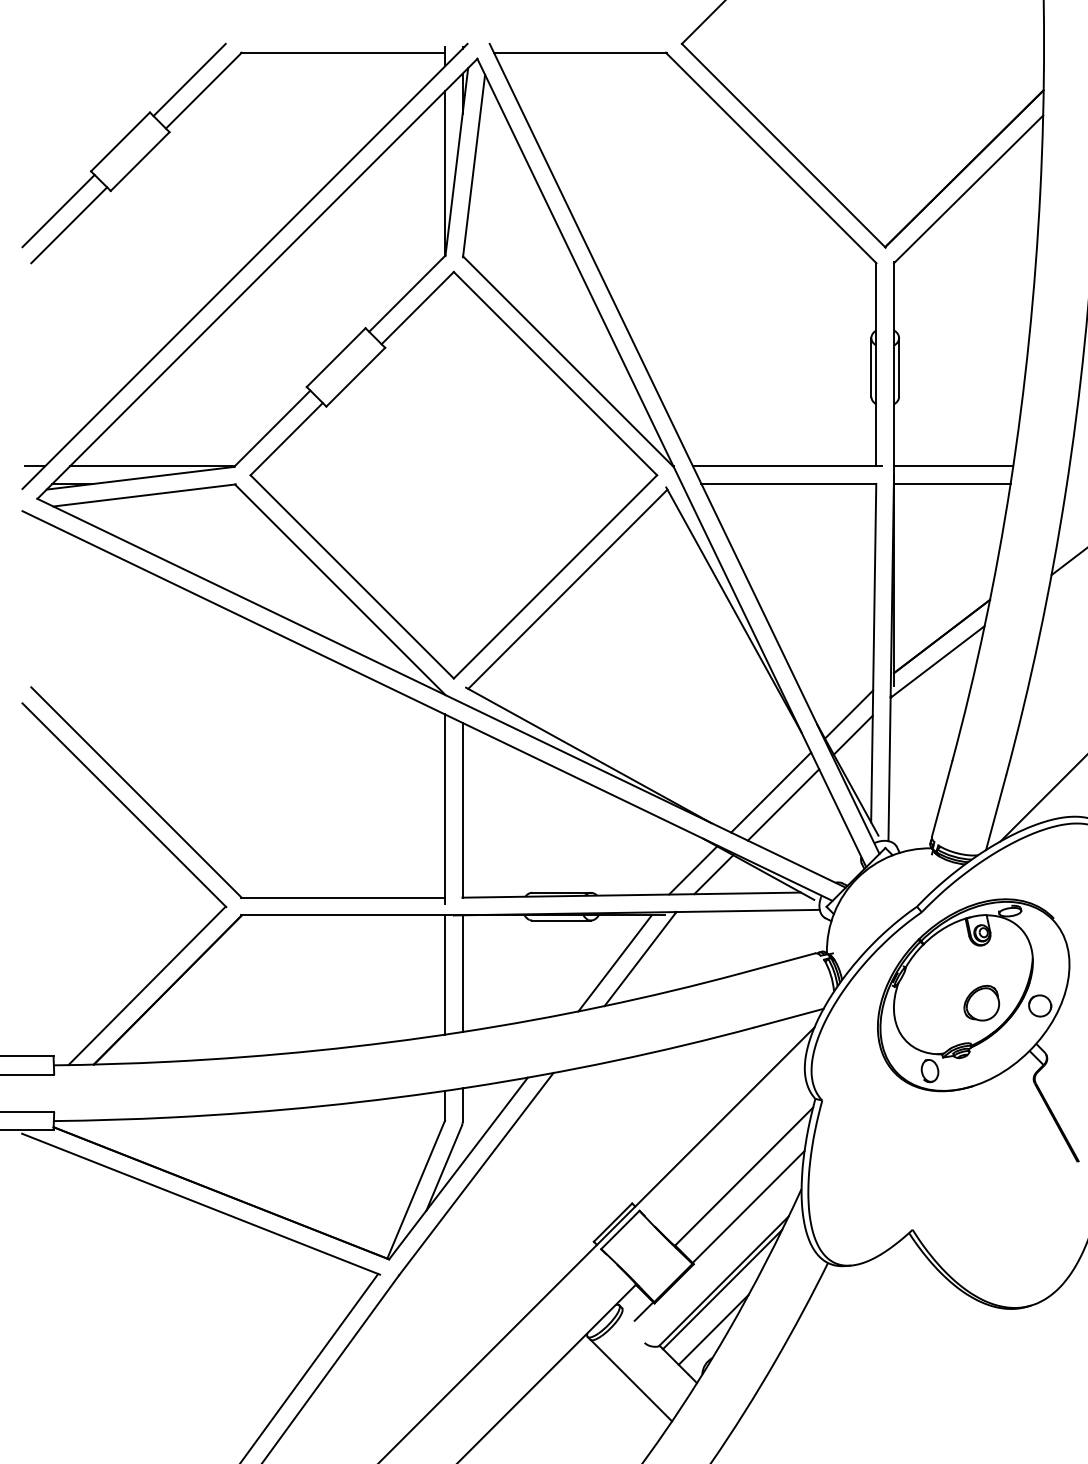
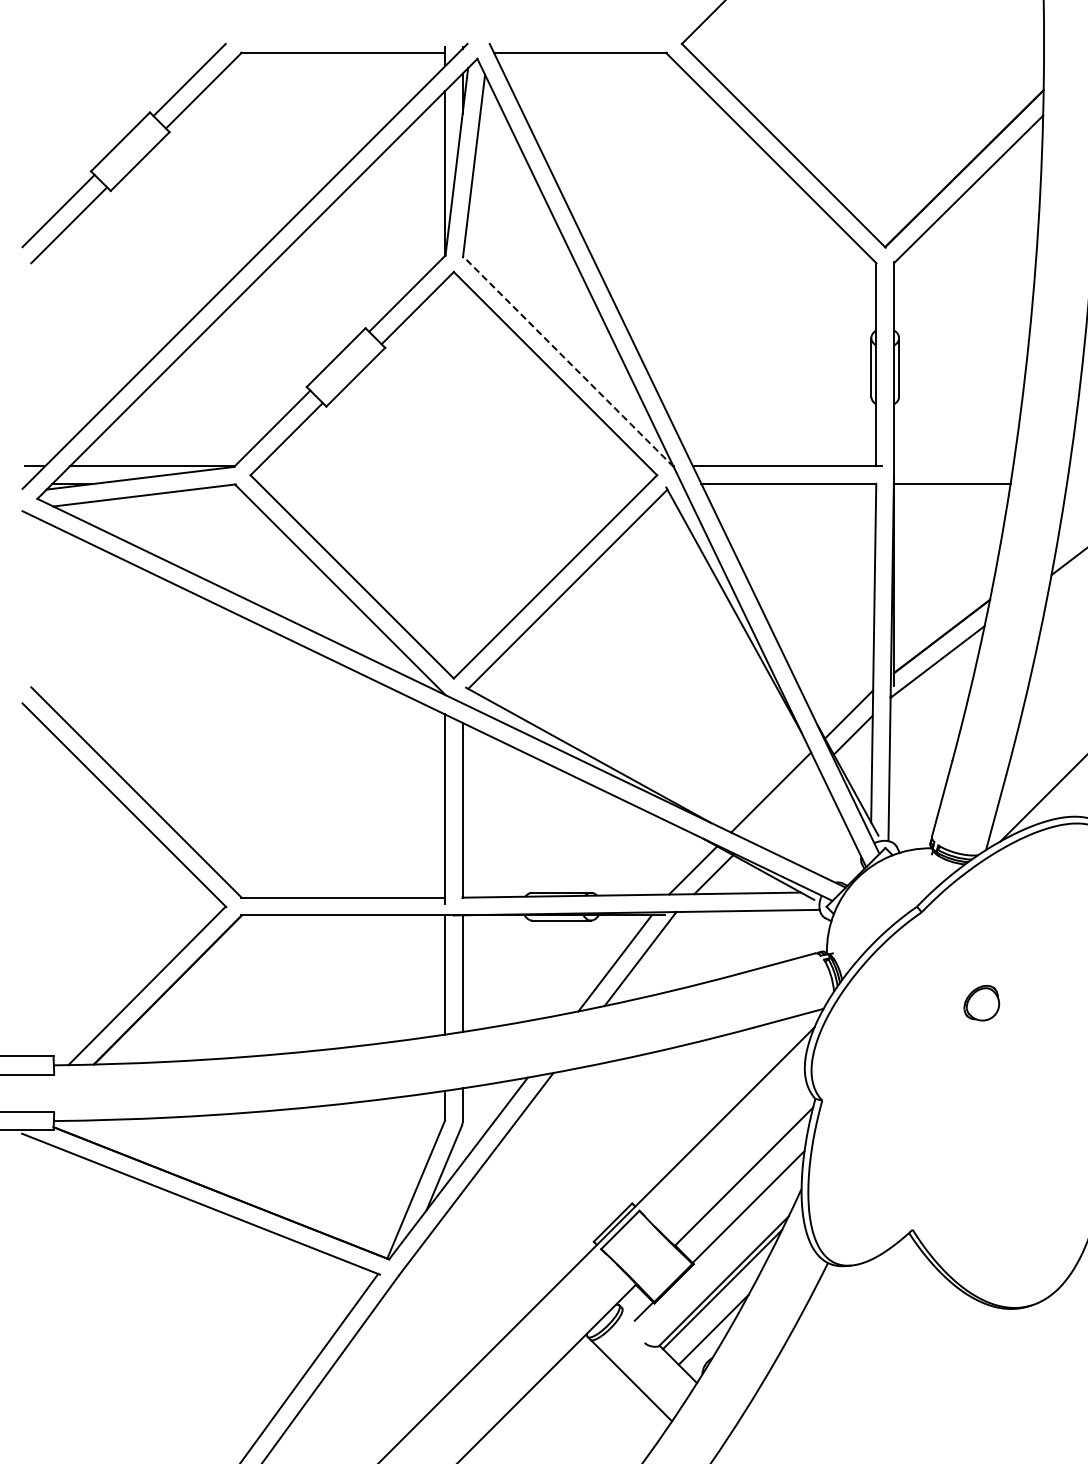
line at (568, 361): solid -> dashed
line at (953, 466): present -> none
line at (783, 804): present -> none
part at (978, 1030): present -> none
